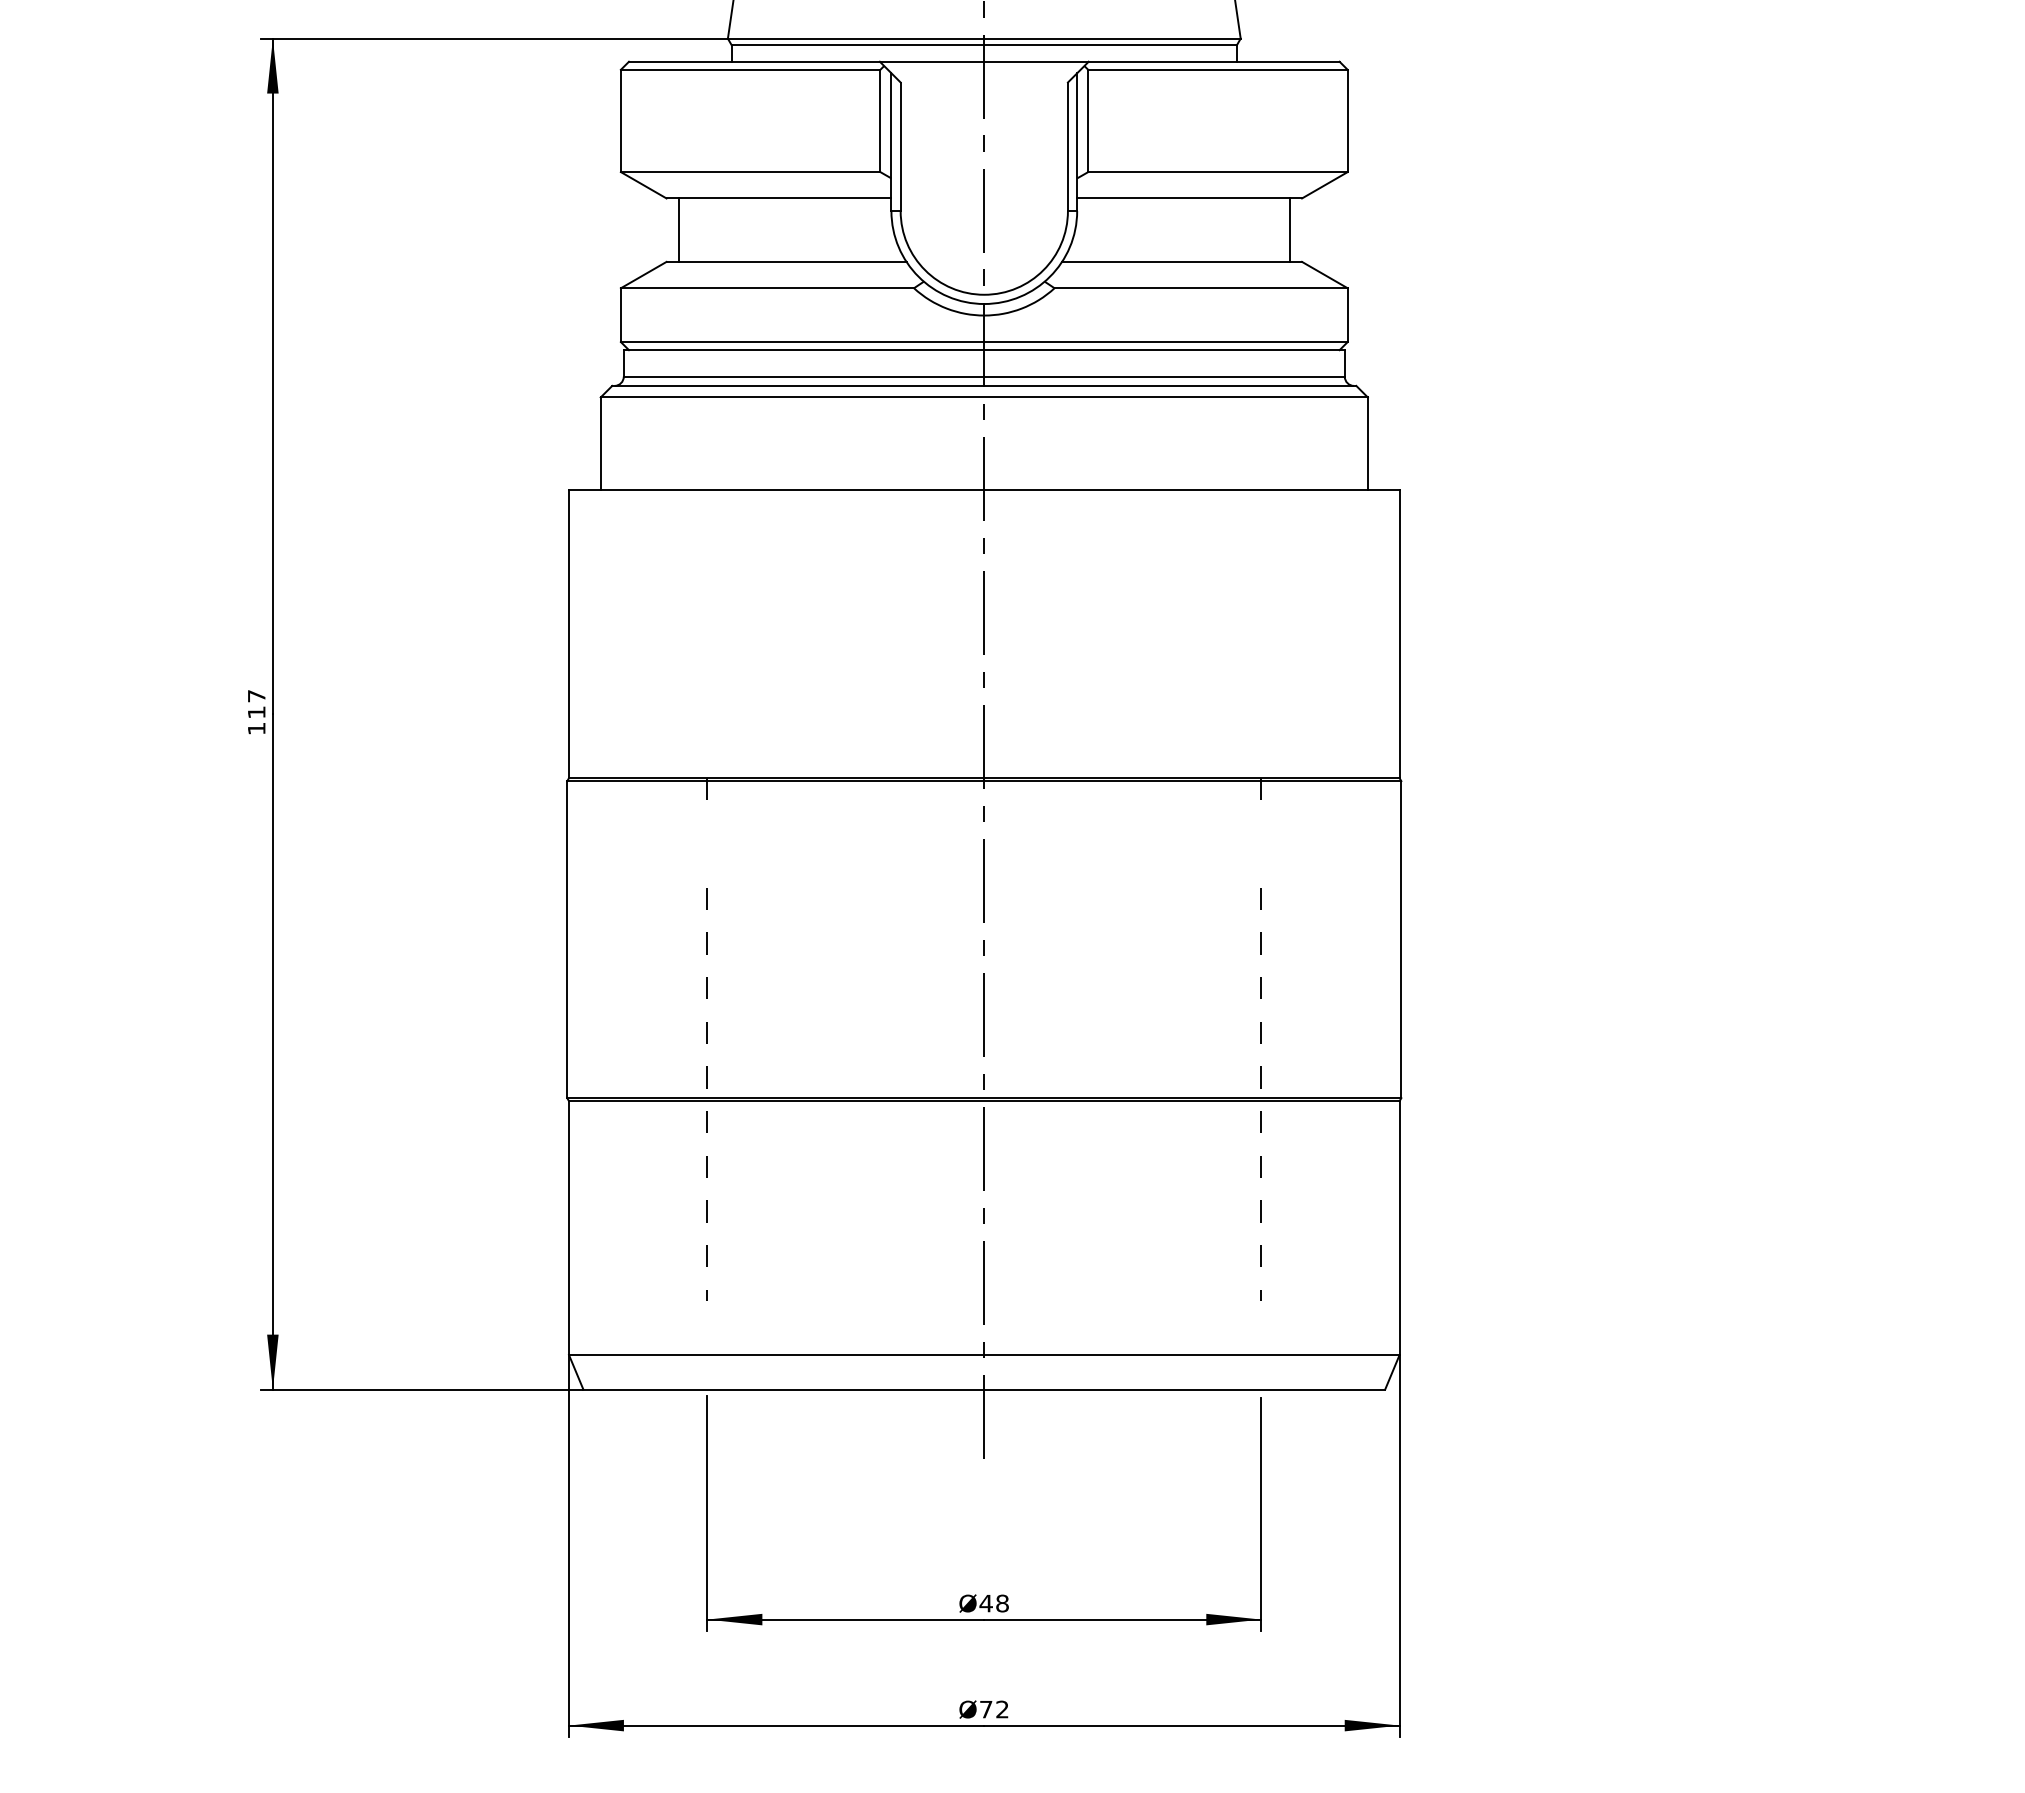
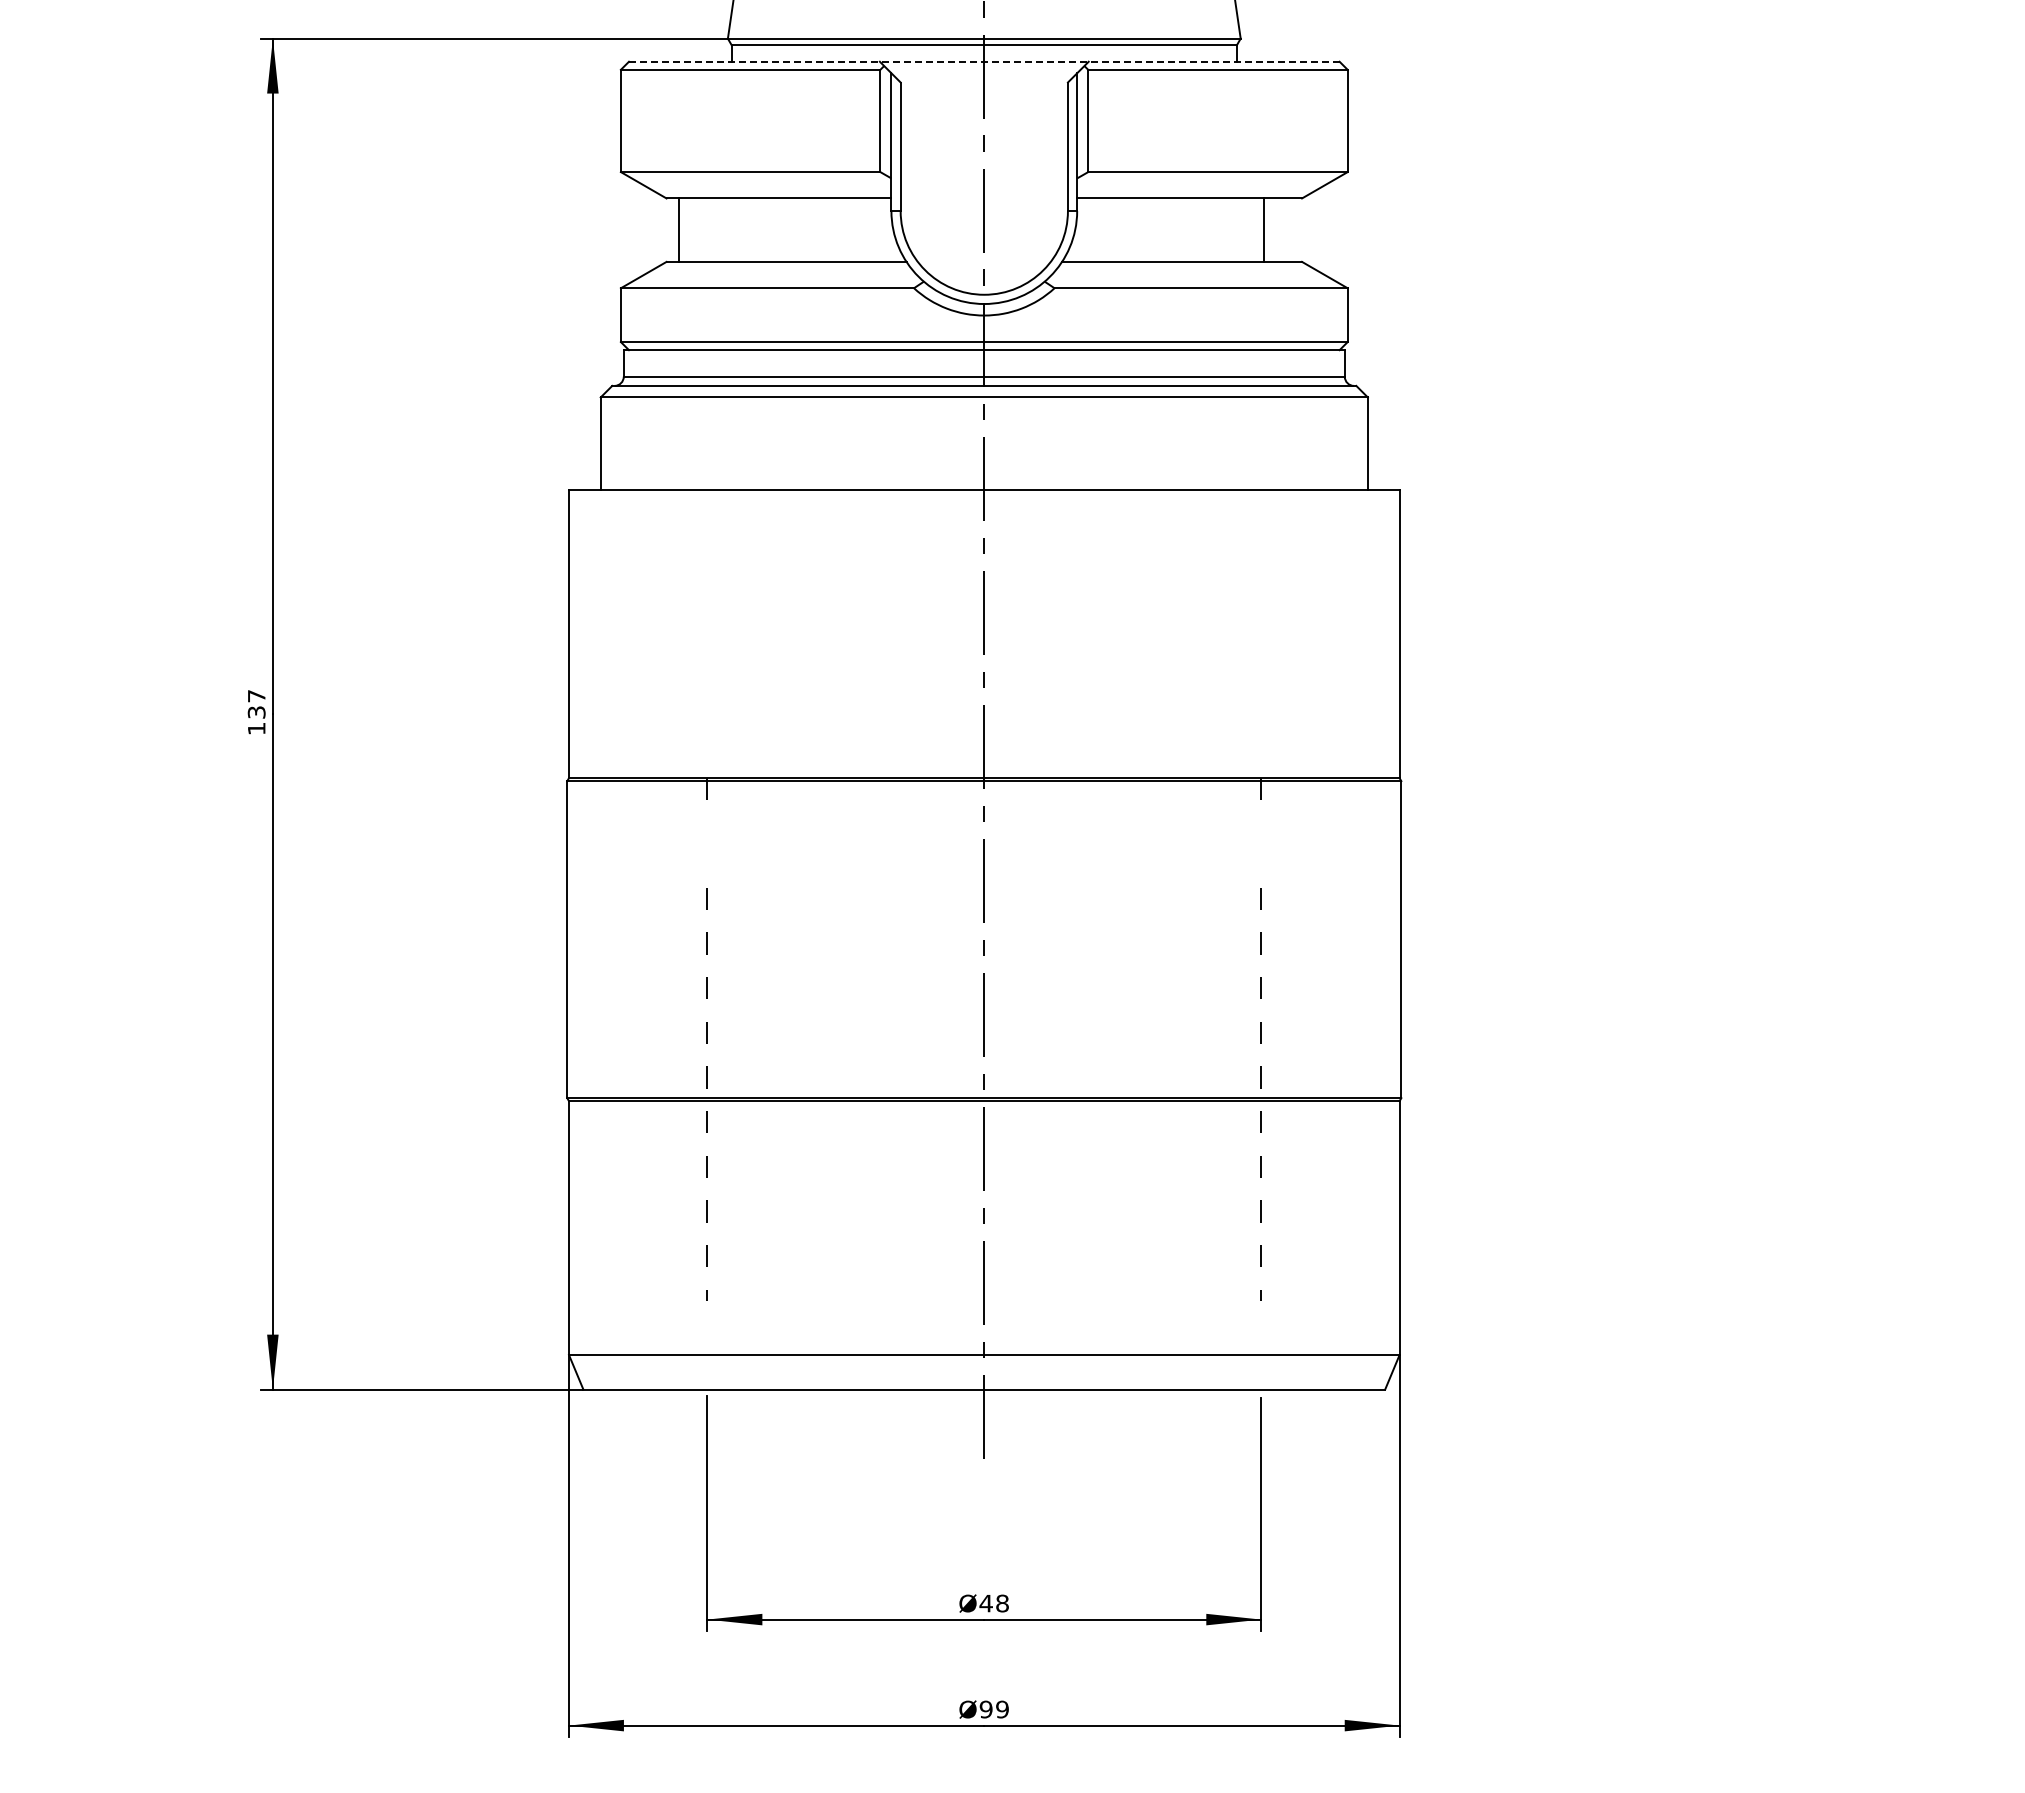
line at (984, 61): solid -> dashed
line at (1290, 229) position: (1290, 229) -> (1264, 229)
text at (256, 712): 117 -> 137
text at (993, 1709): Ø72 -> Ø99
